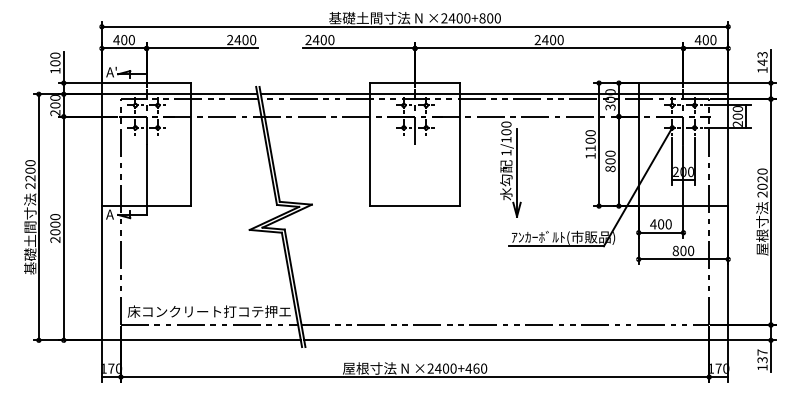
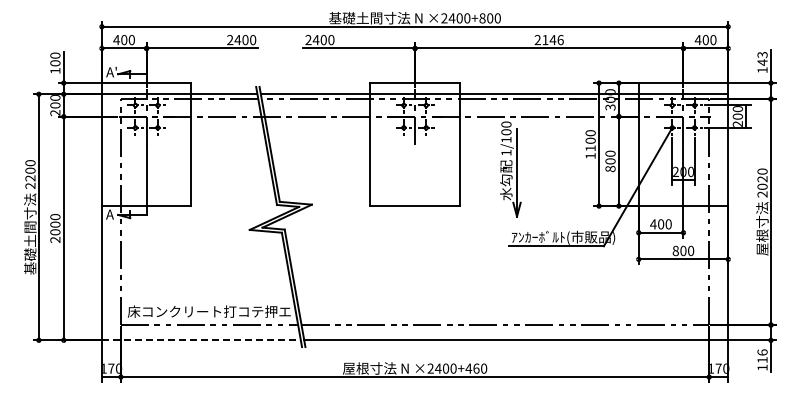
text at (552, 40): 2400 -> 2146
line at (201, 340): solid -> dashed
text at (762, 356): 137 -> 116
